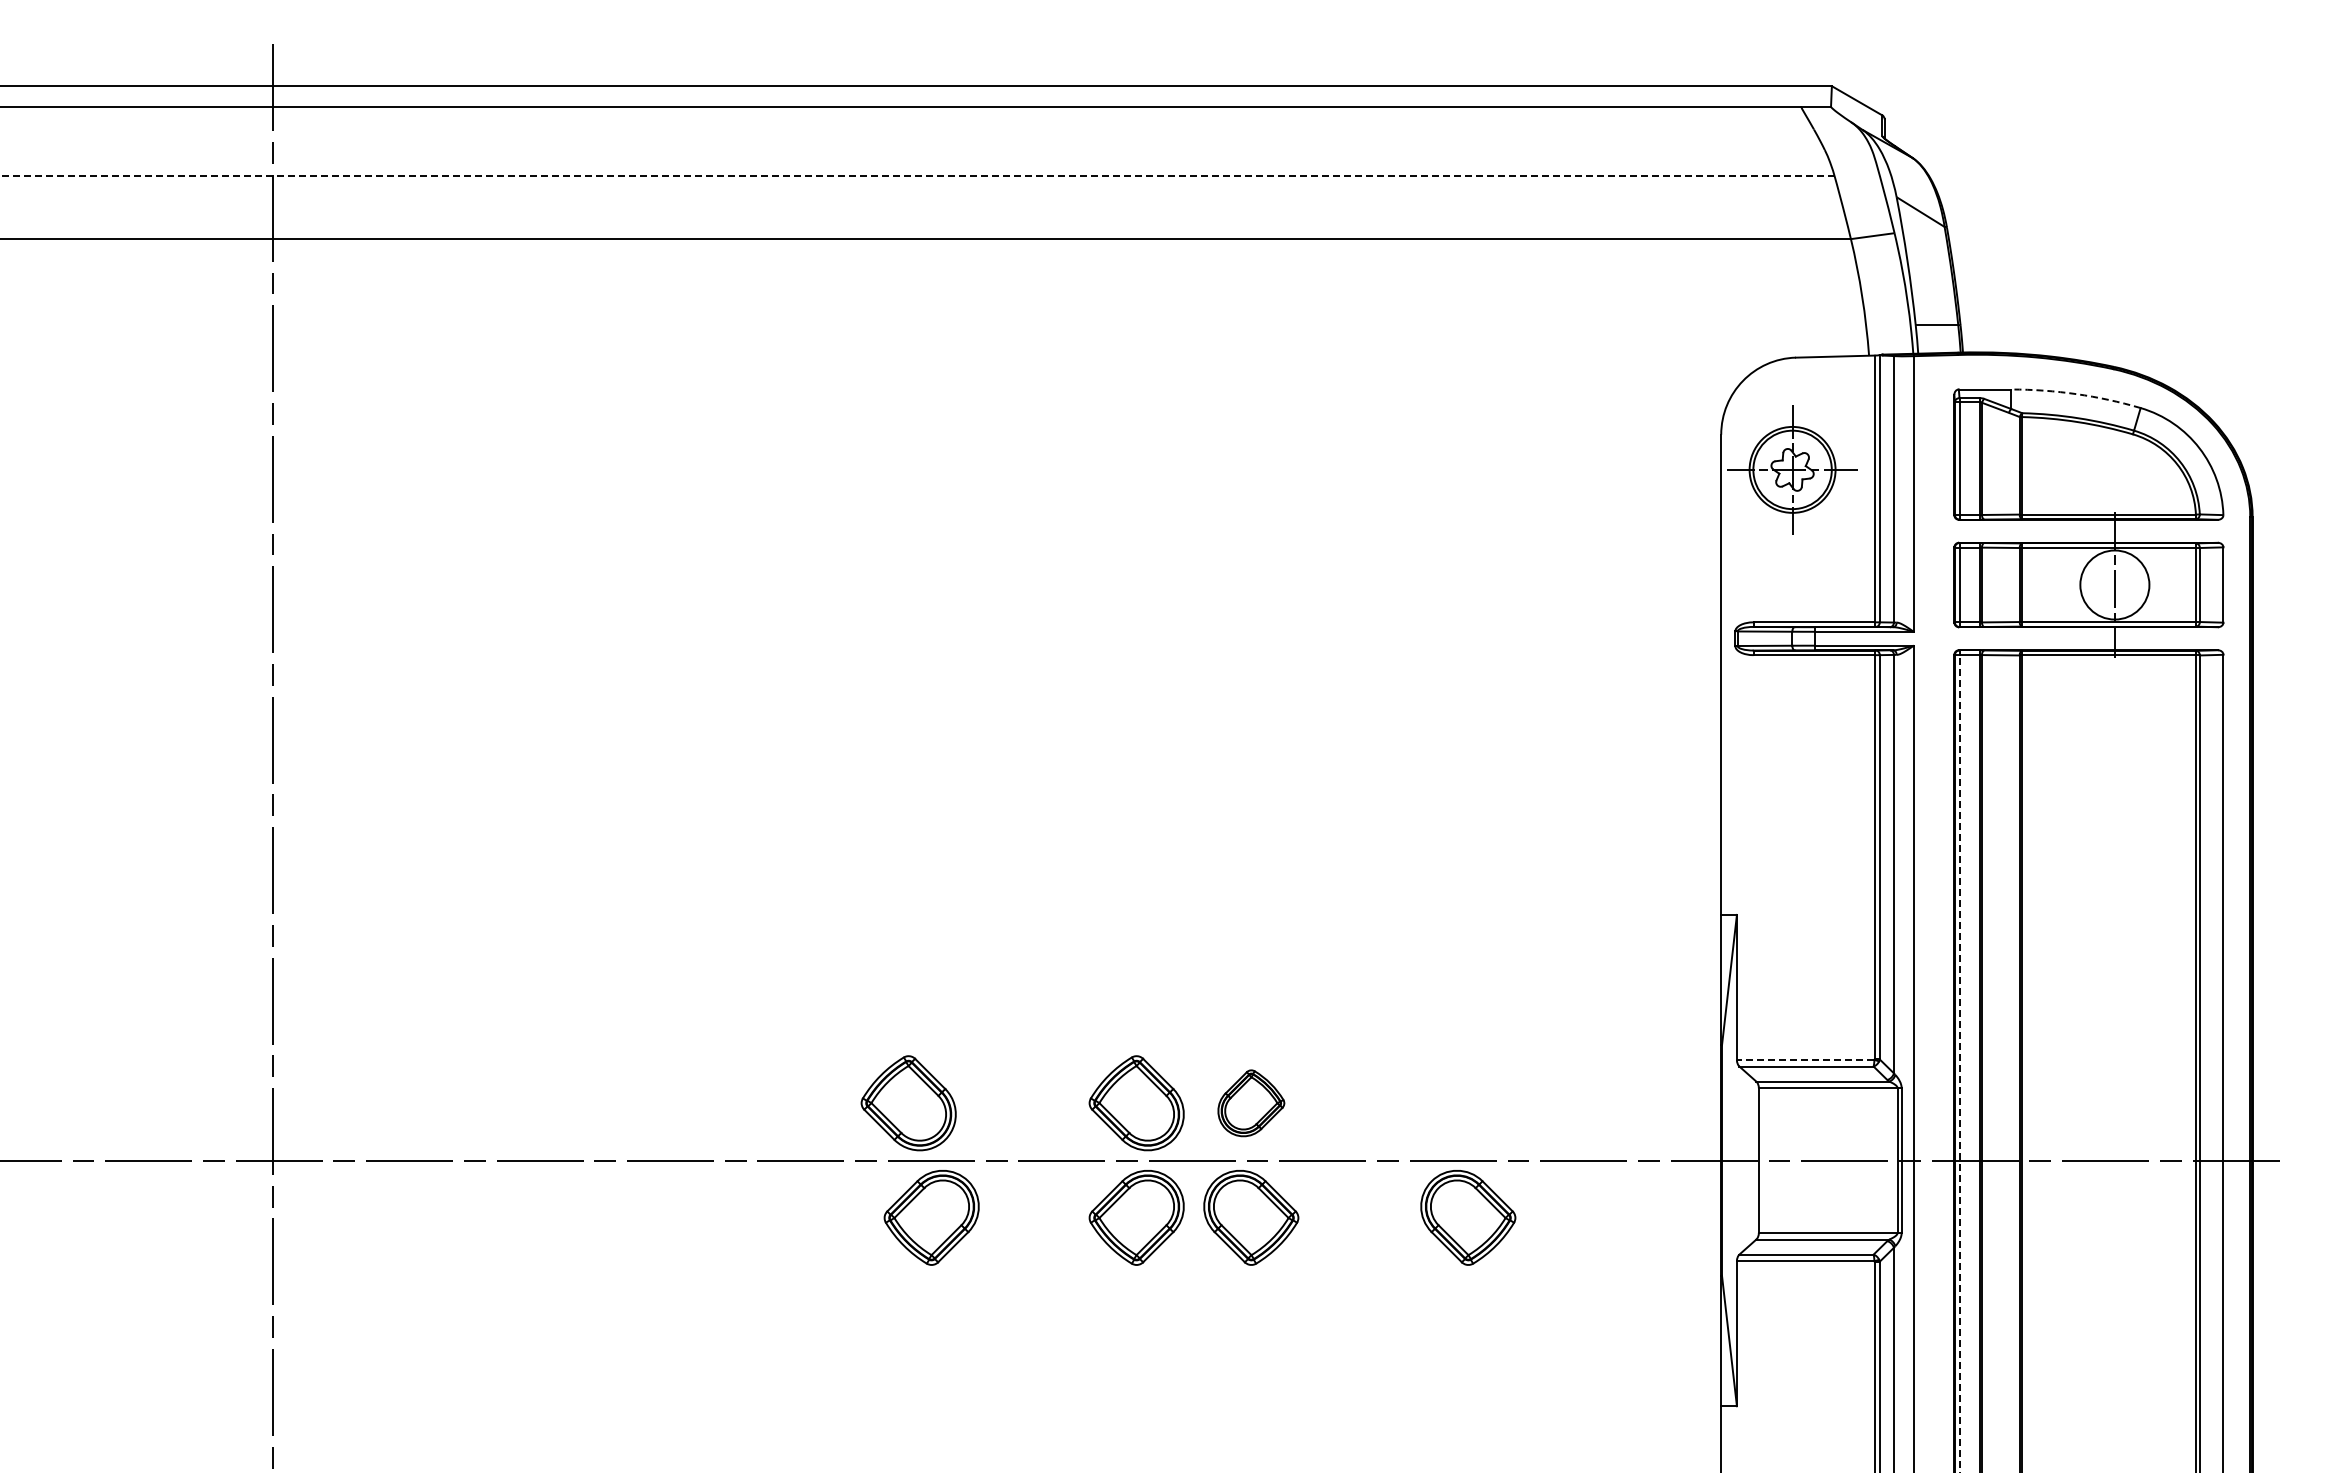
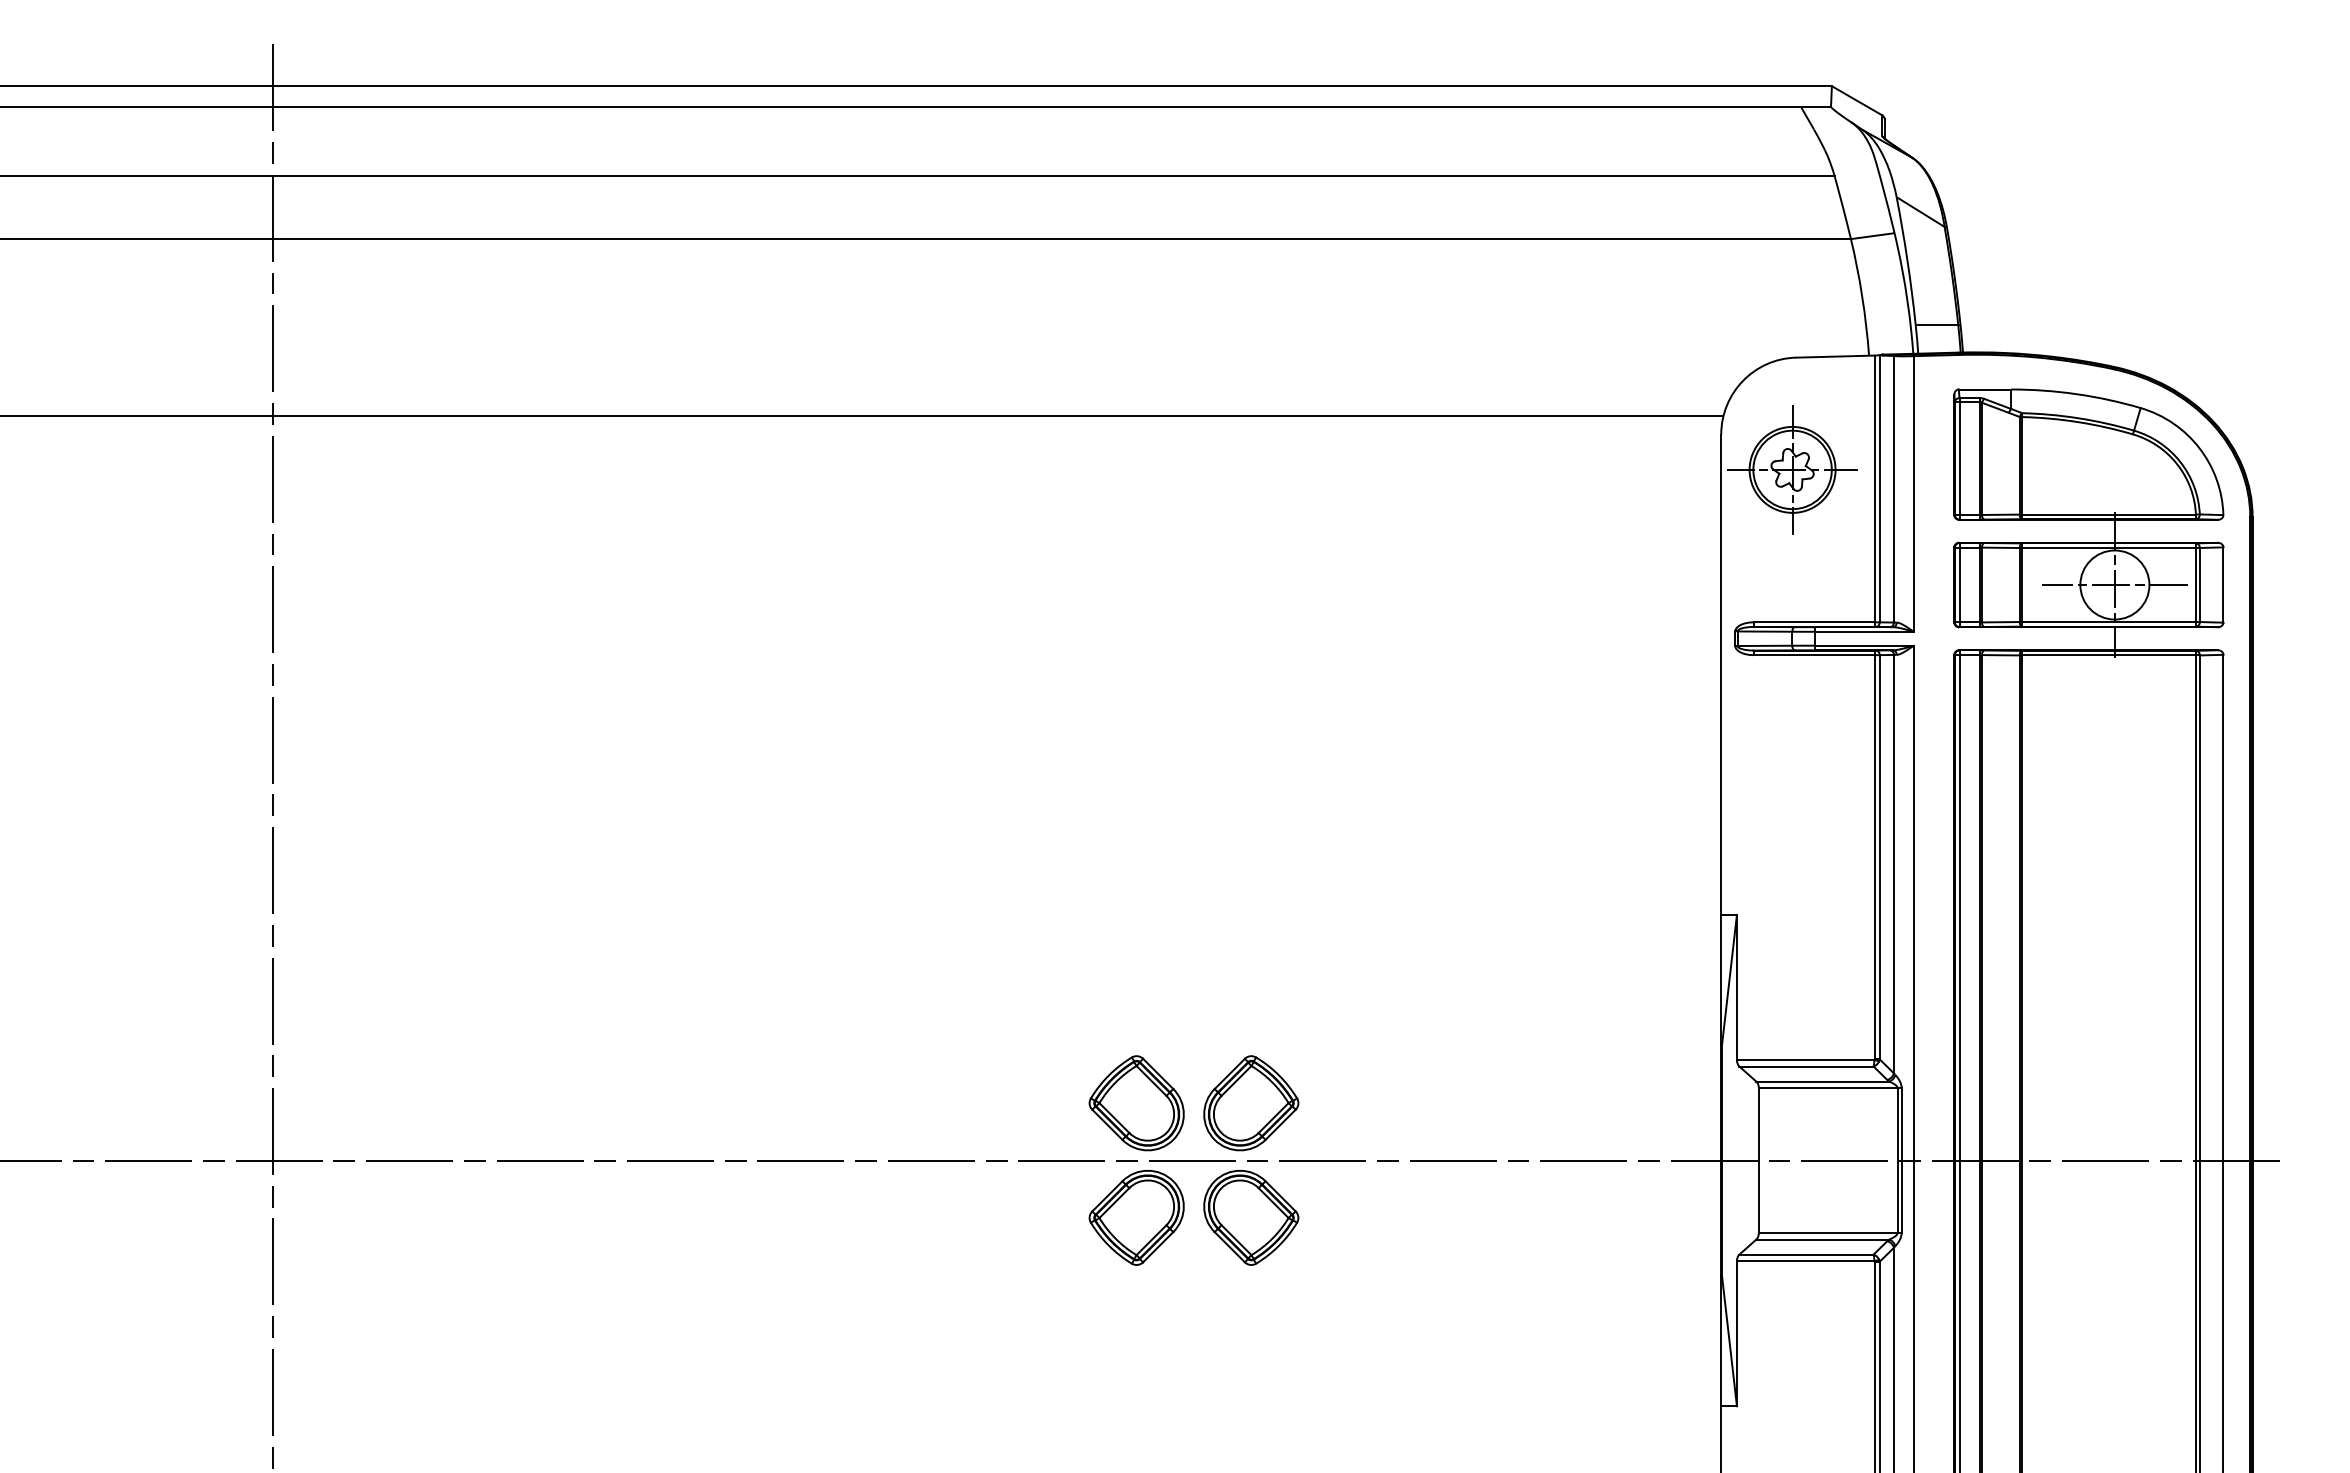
line at (917, 176): dashed -> solid
arc at (2076, 394): dashed -> solid
line at (862, 416): none -> present
line at (2114, 585): none -> present
line at (1805, 1059): dashed -> solid
line at (1959, 1063): dashed -> solid
part at (908, 1103): present -> none
part at (1251, 1103) size: 69x69 px -> 97x97 px
part at (931, 1217): present -> none
part at (1468, 1217): present -> none
